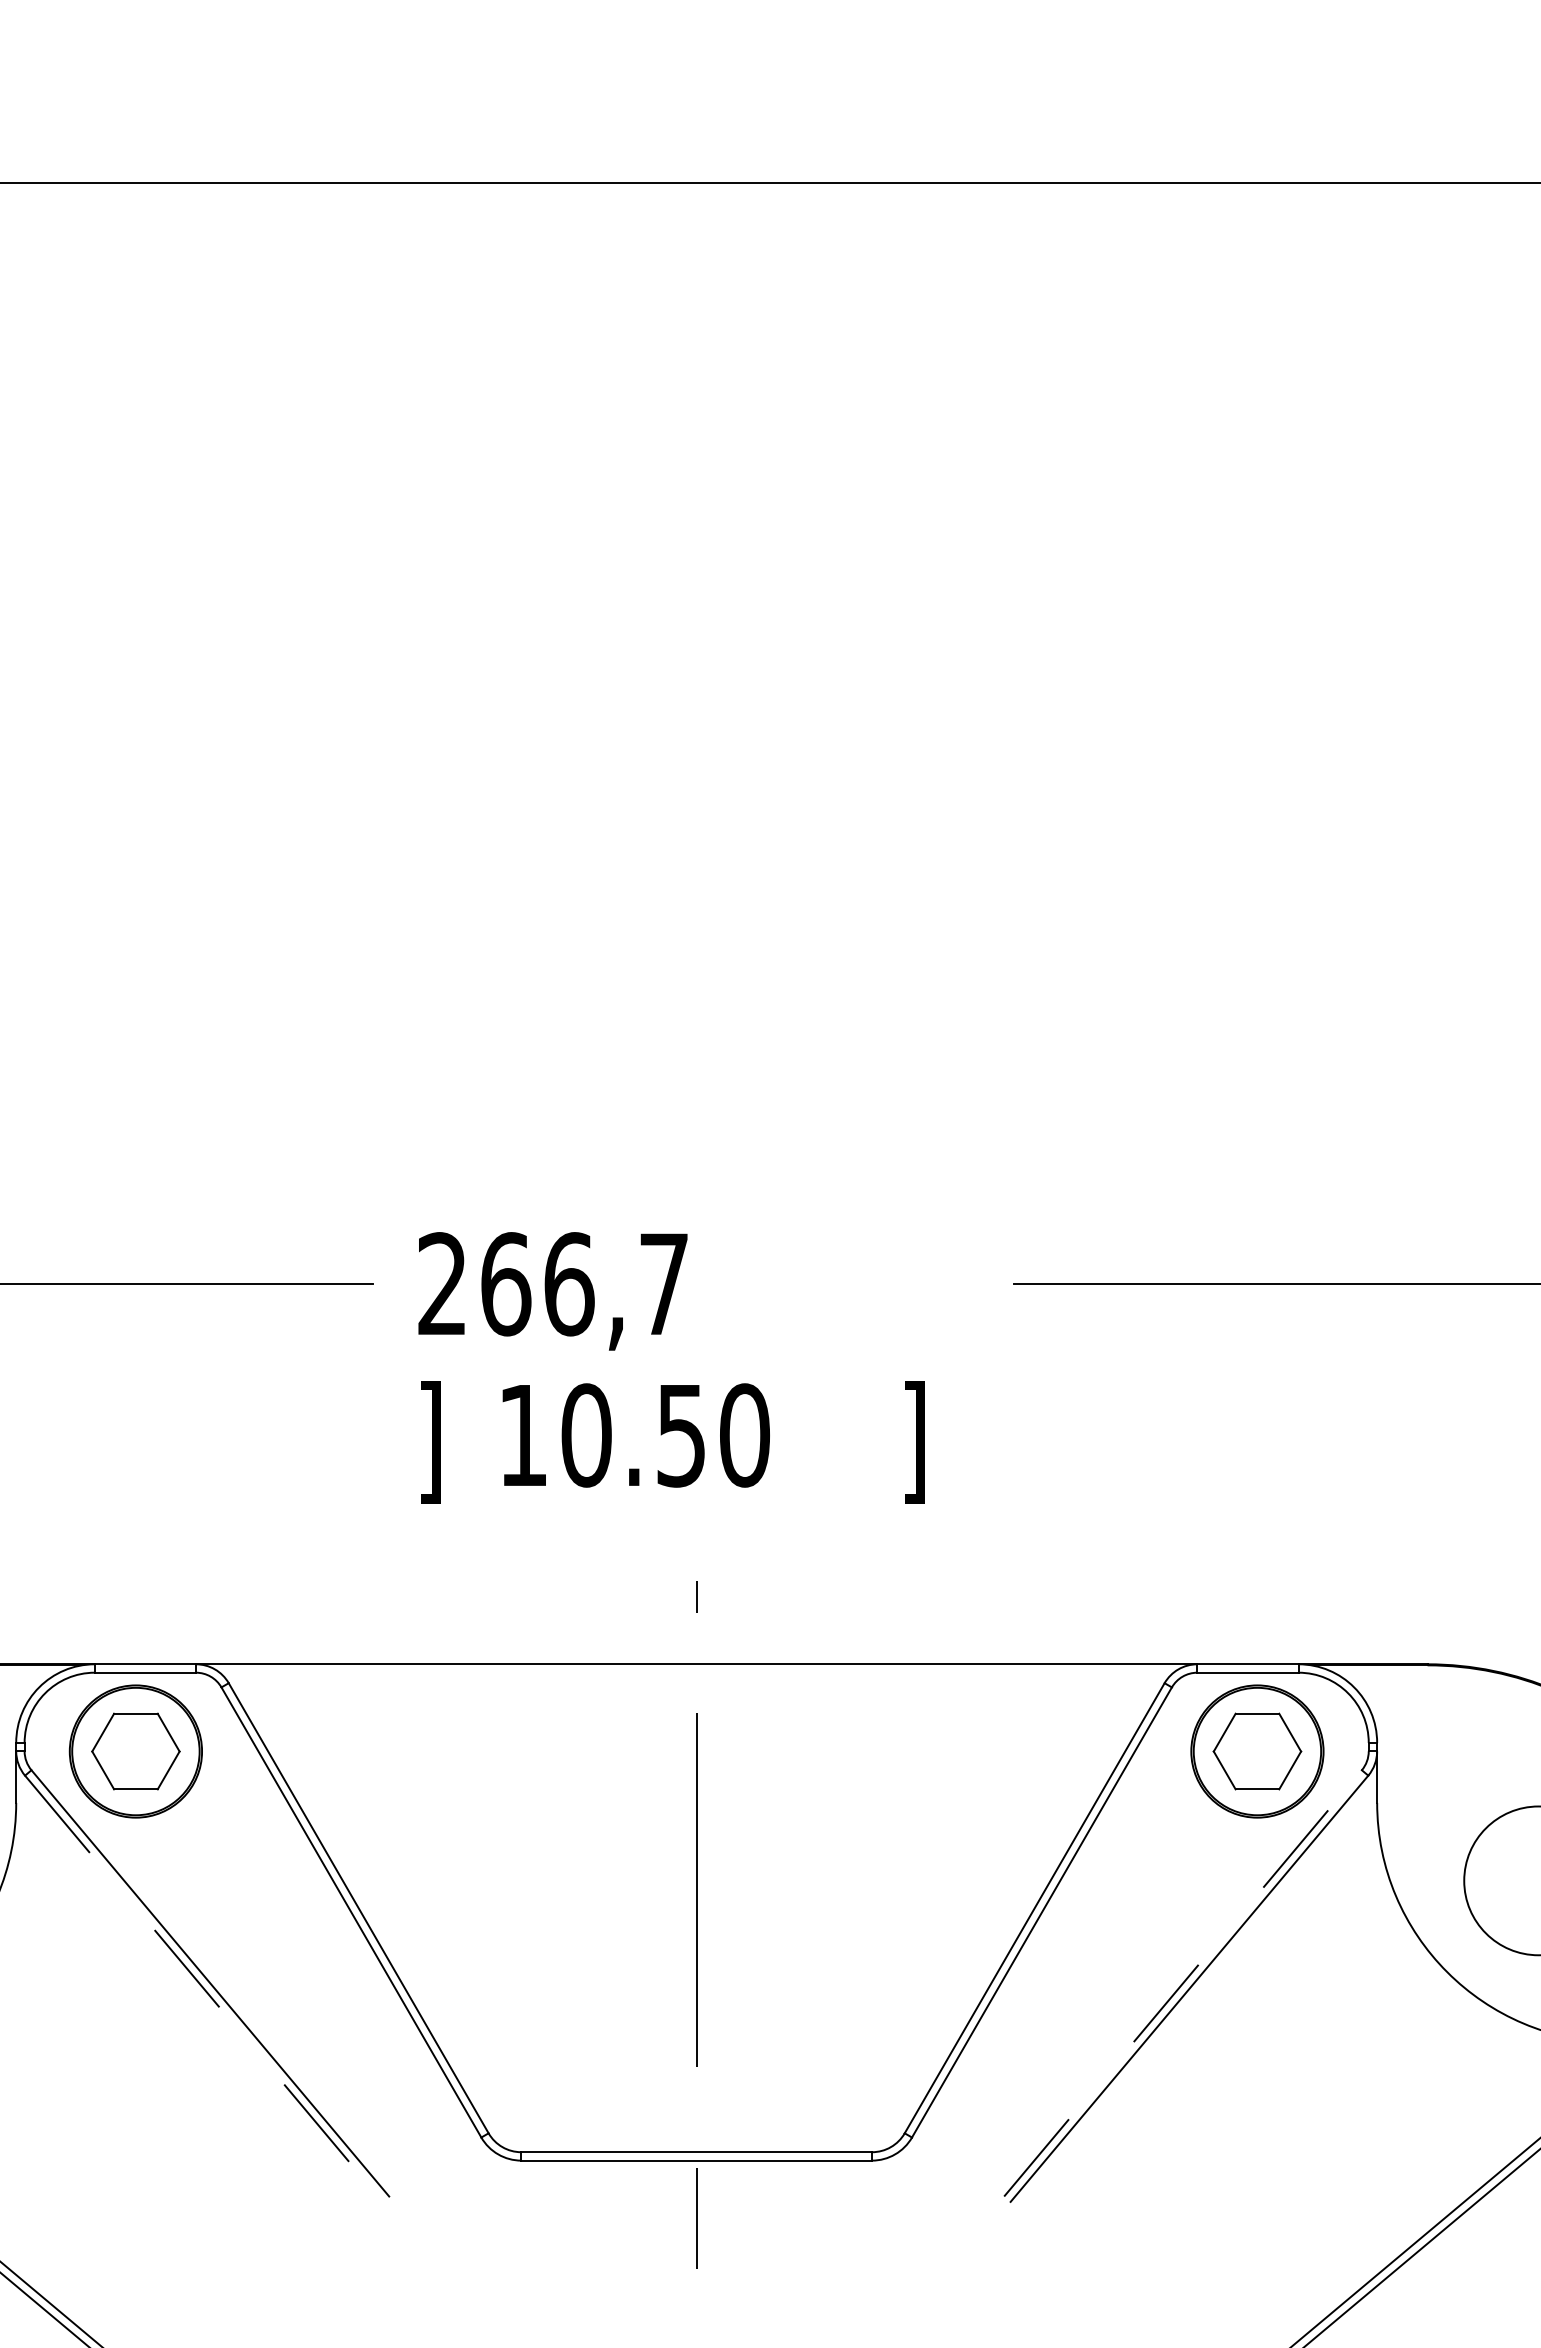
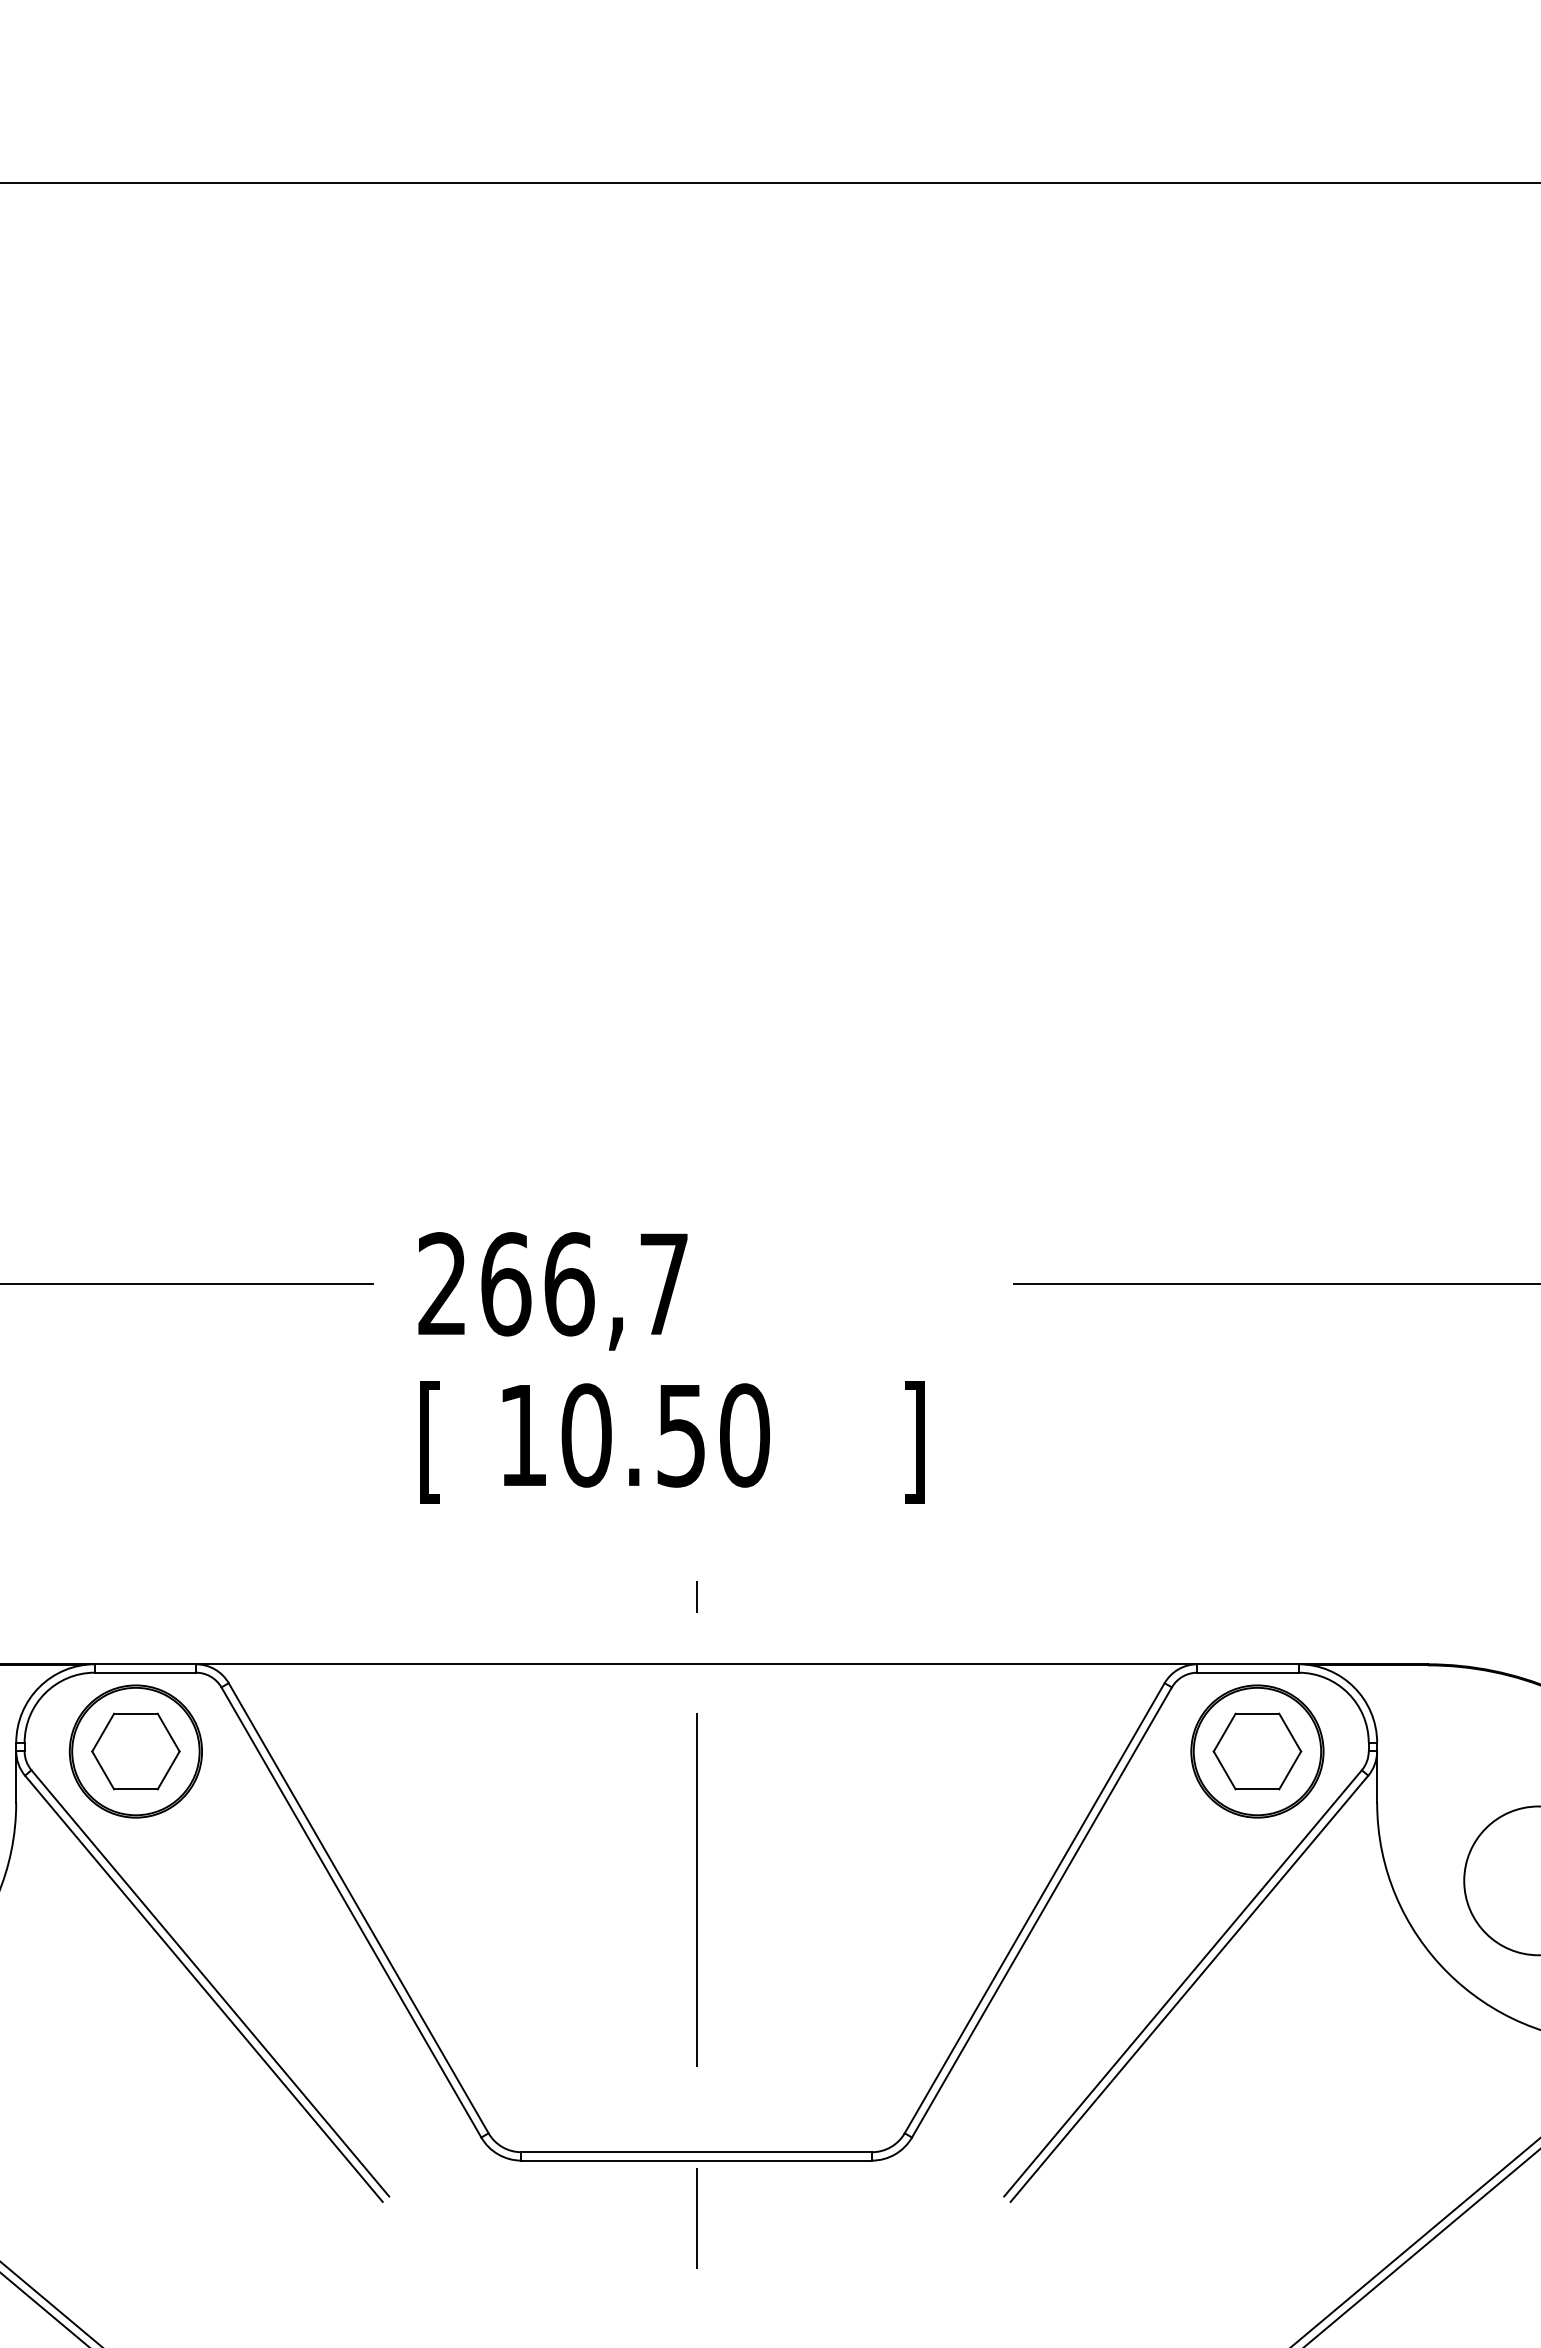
text at (430, 1442): ] -> [
line at (1183, 1983): dashed -> solid
line at (204, 1989): dashed -> solid
